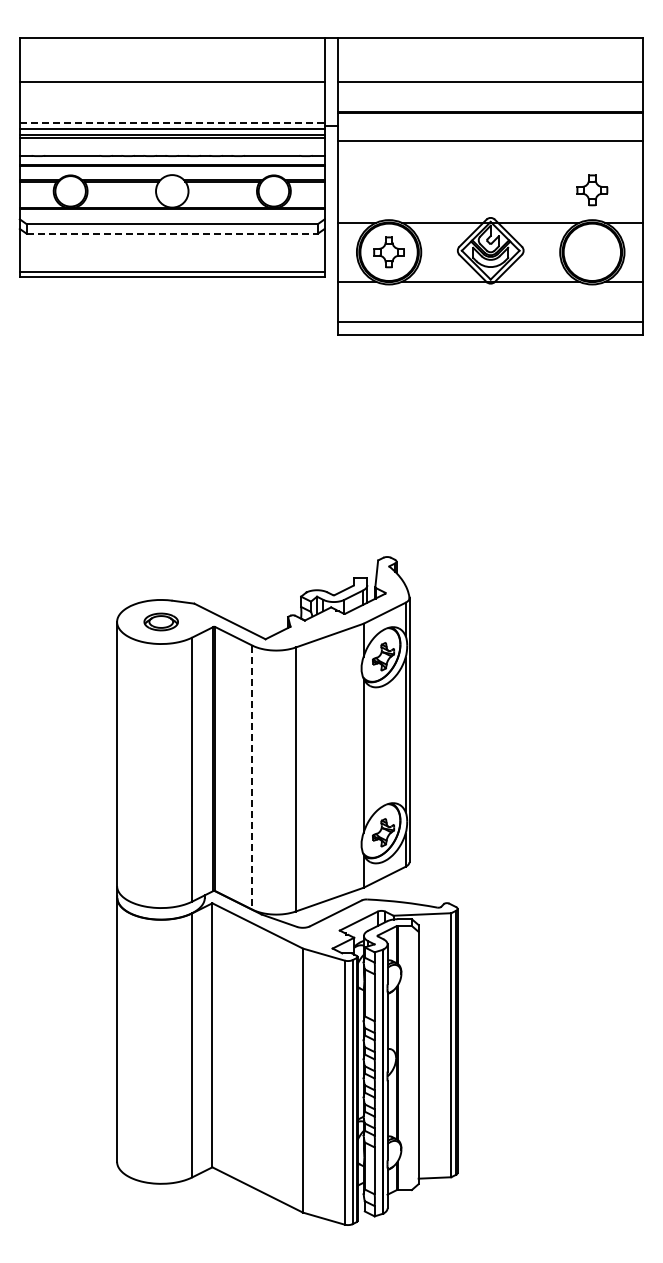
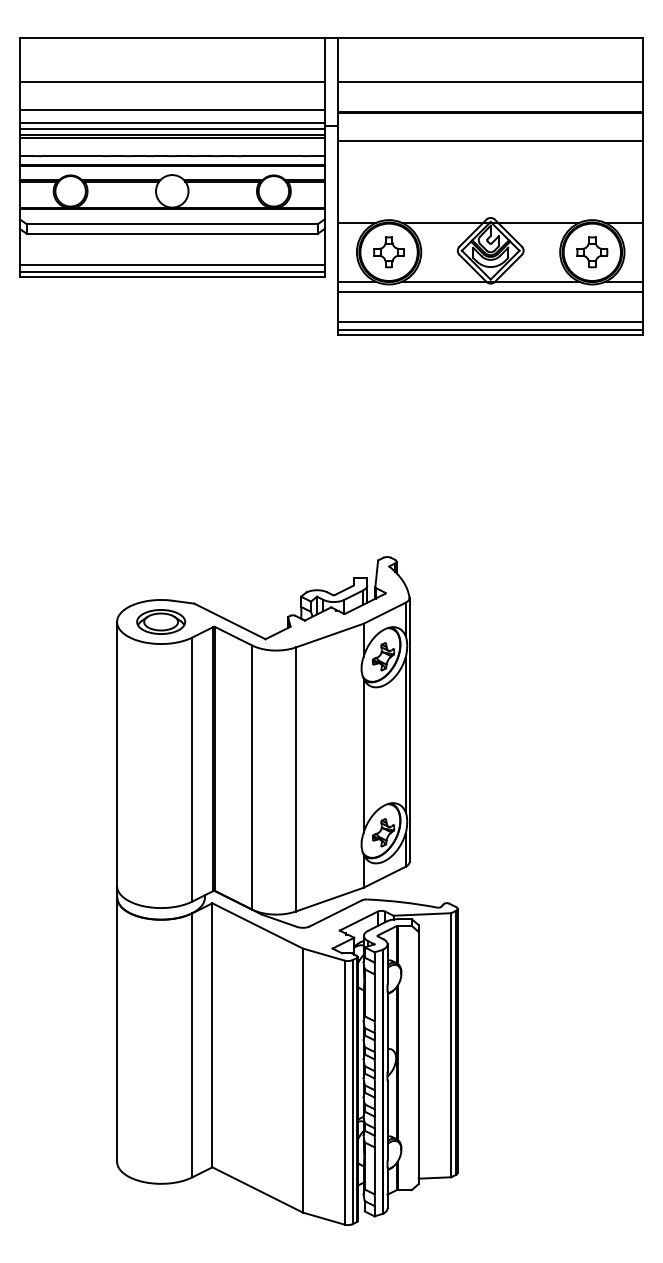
line at (171, 110): none -> present
line at (172, 122): dashed -> solid
part at (592, 190) position: (592, 190) -> (592, 252)
line at (172, 233): dashed -> solid
line at (171, 265): none -> present
line at (490, 292): none -> present
line at (490, 329): none -> present
part at (160, 621) size: 36x20 px -> 51x26 px
line at (252, 778): dashed -> solid
